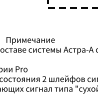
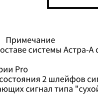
line at (68, 7): dashed -> solid
